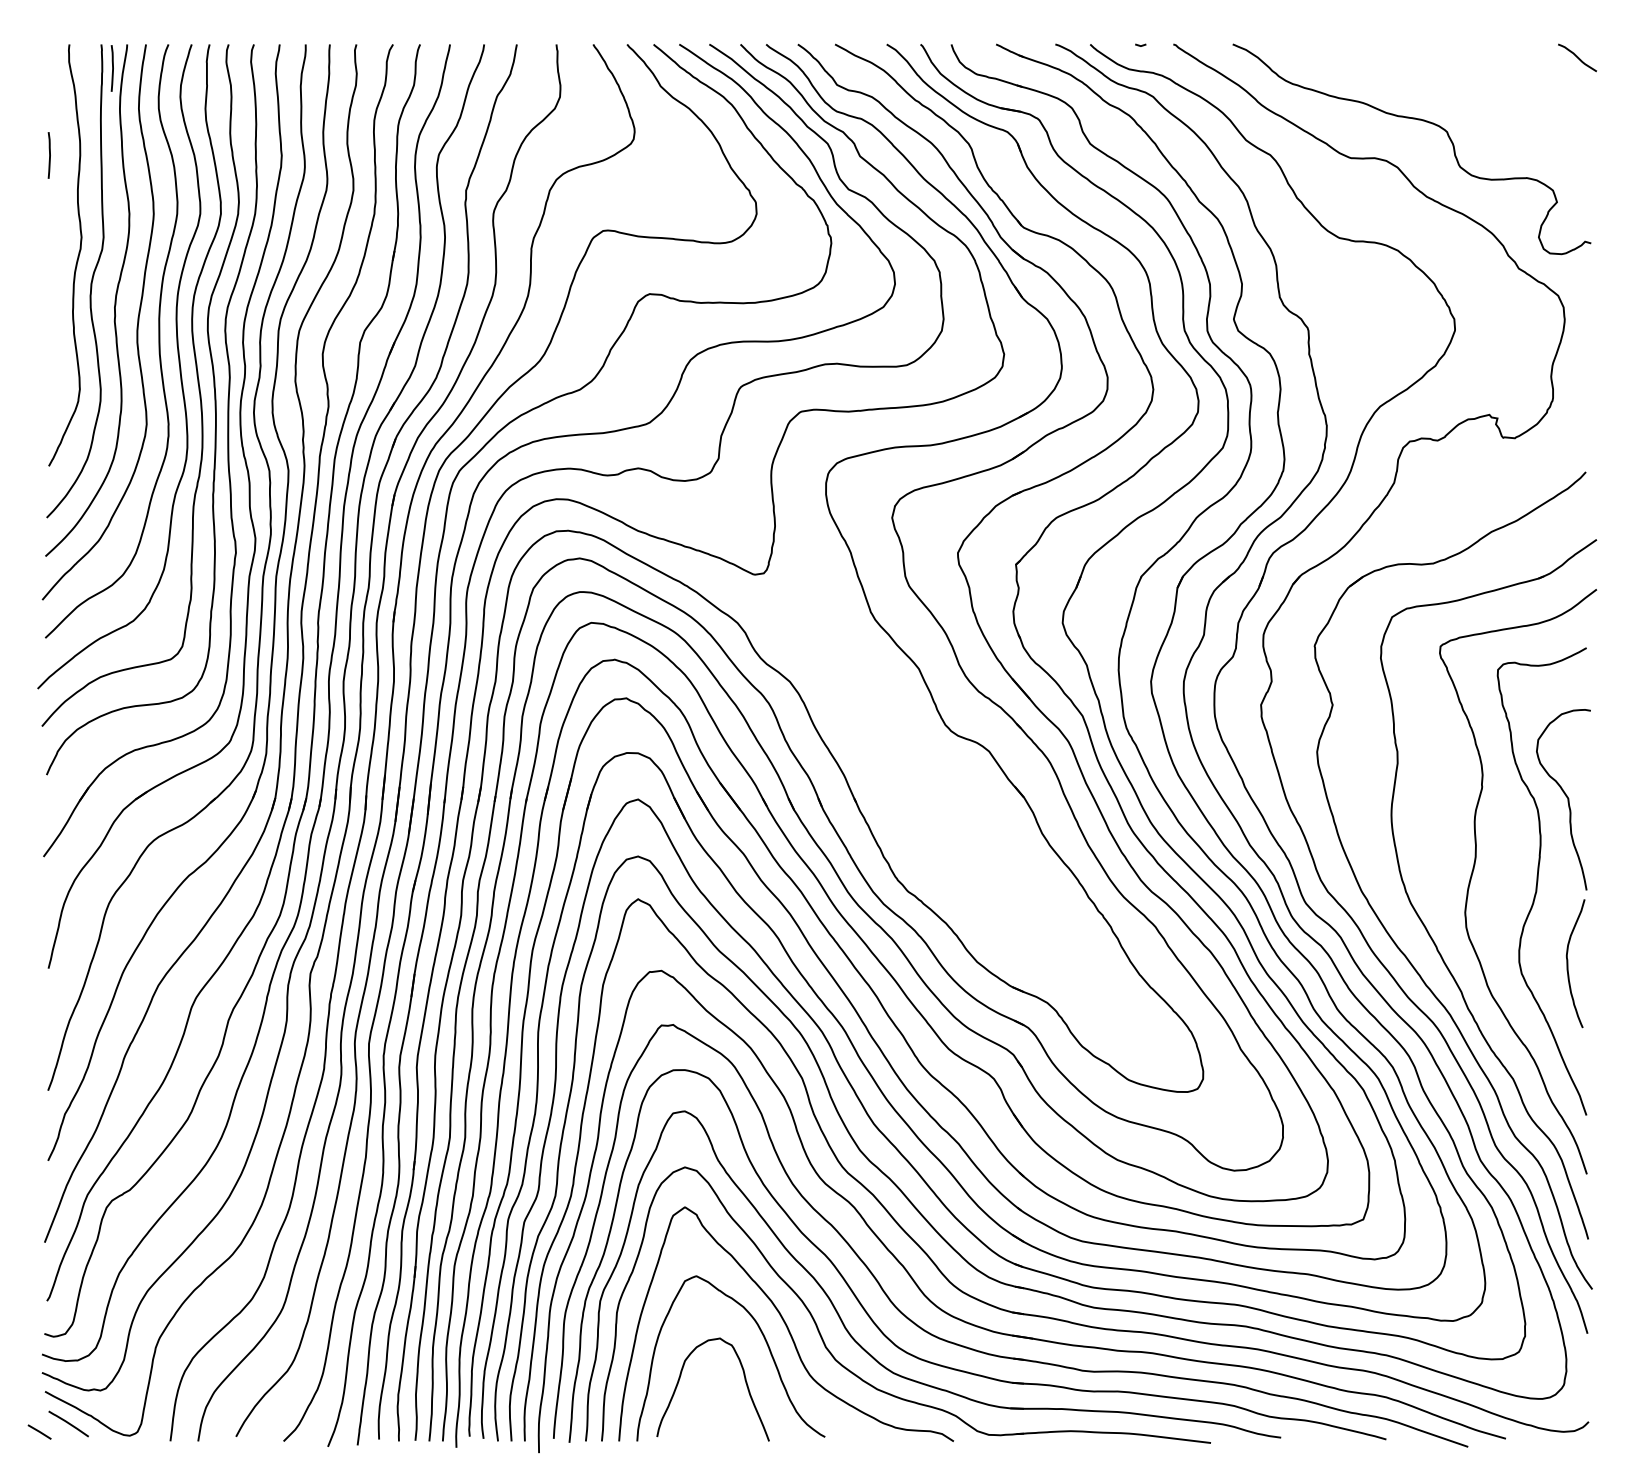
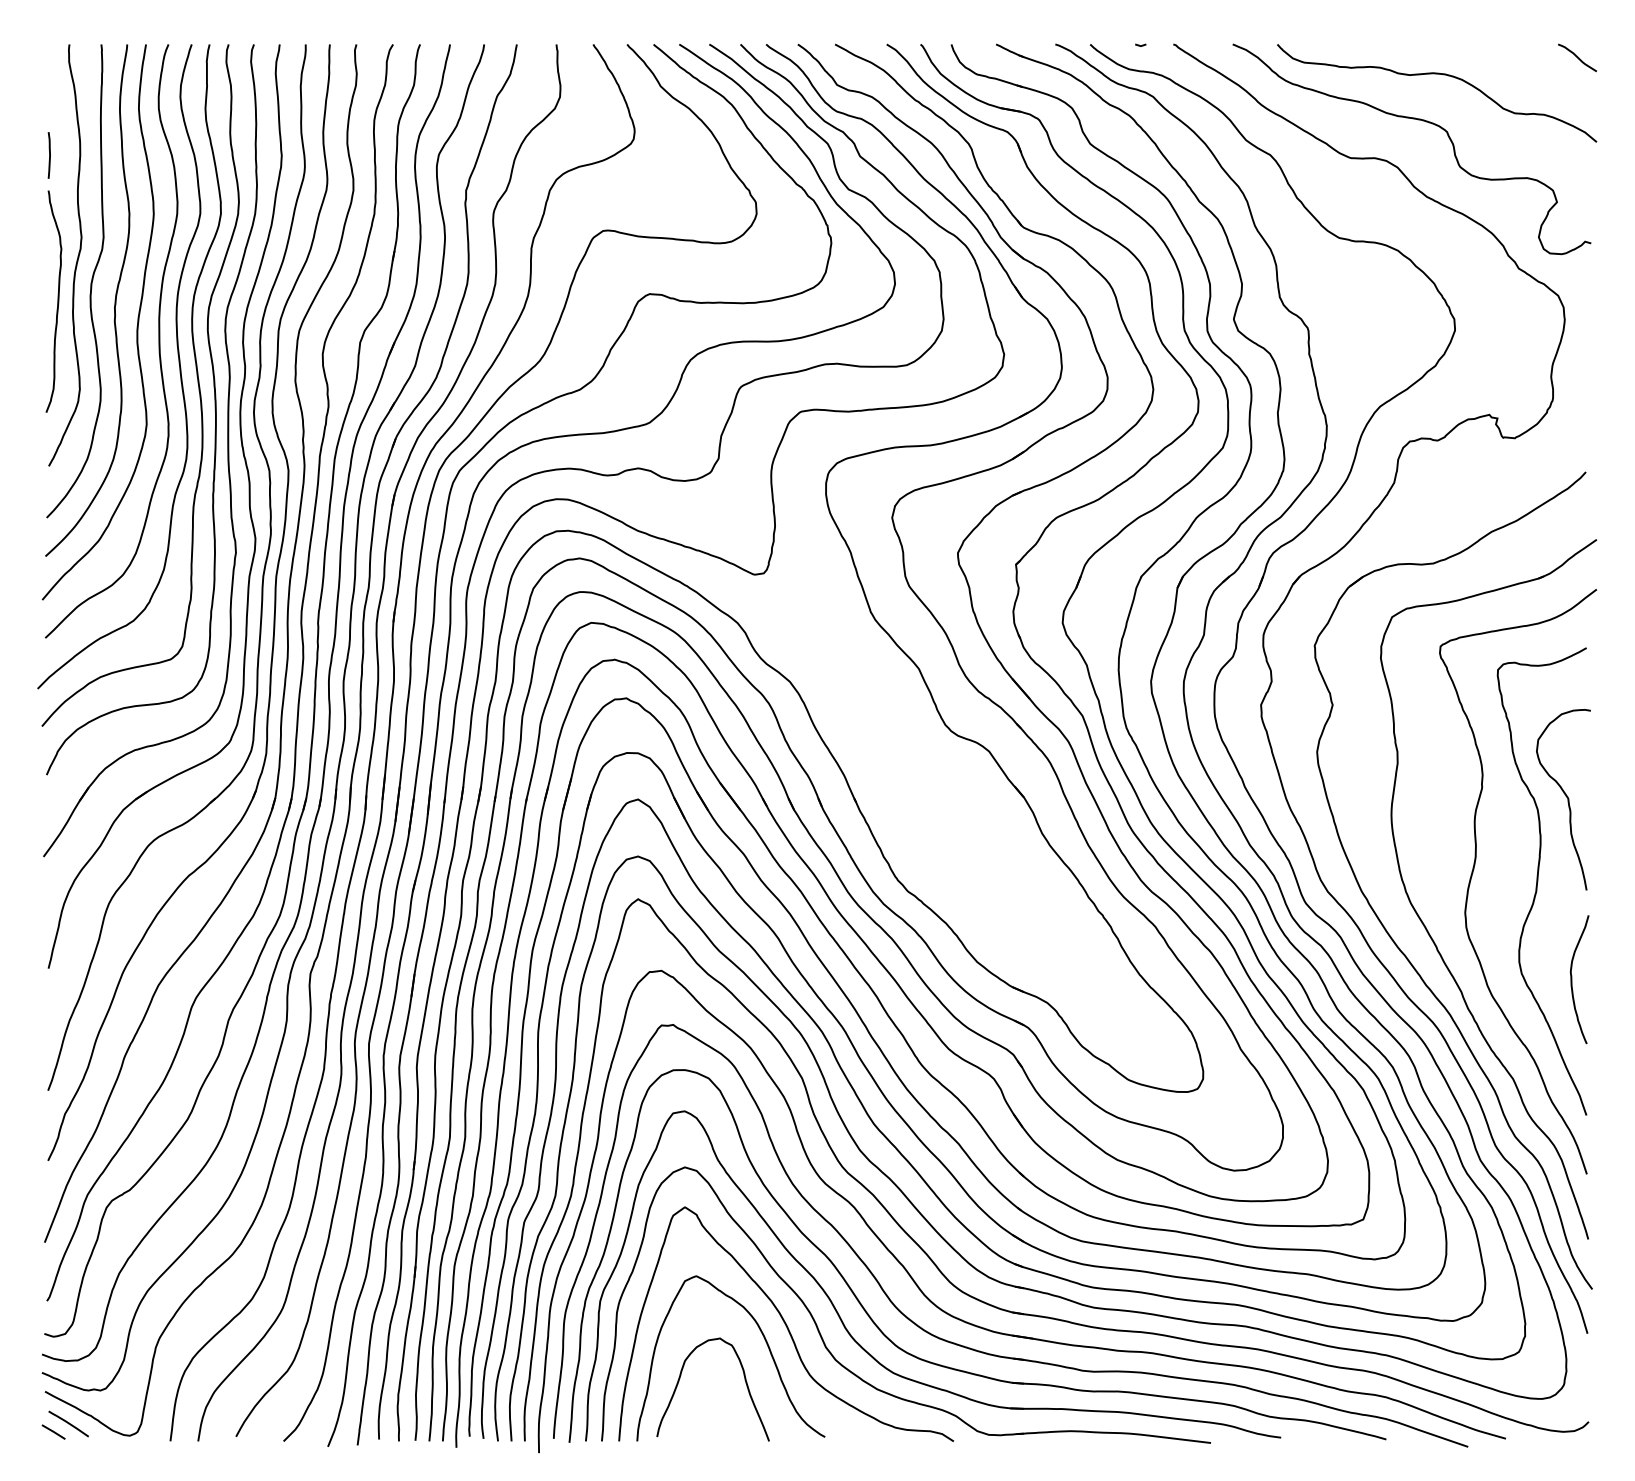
line at (112, 68): present -> none
curve at (1443, 75): none -> present
curve at (57, 301): none -> present
curve at (1568, 963) position: (1568, 963) -> (1572, 979)
line at (39, 1431) position: (39, 1431) -> (53, 1431)
